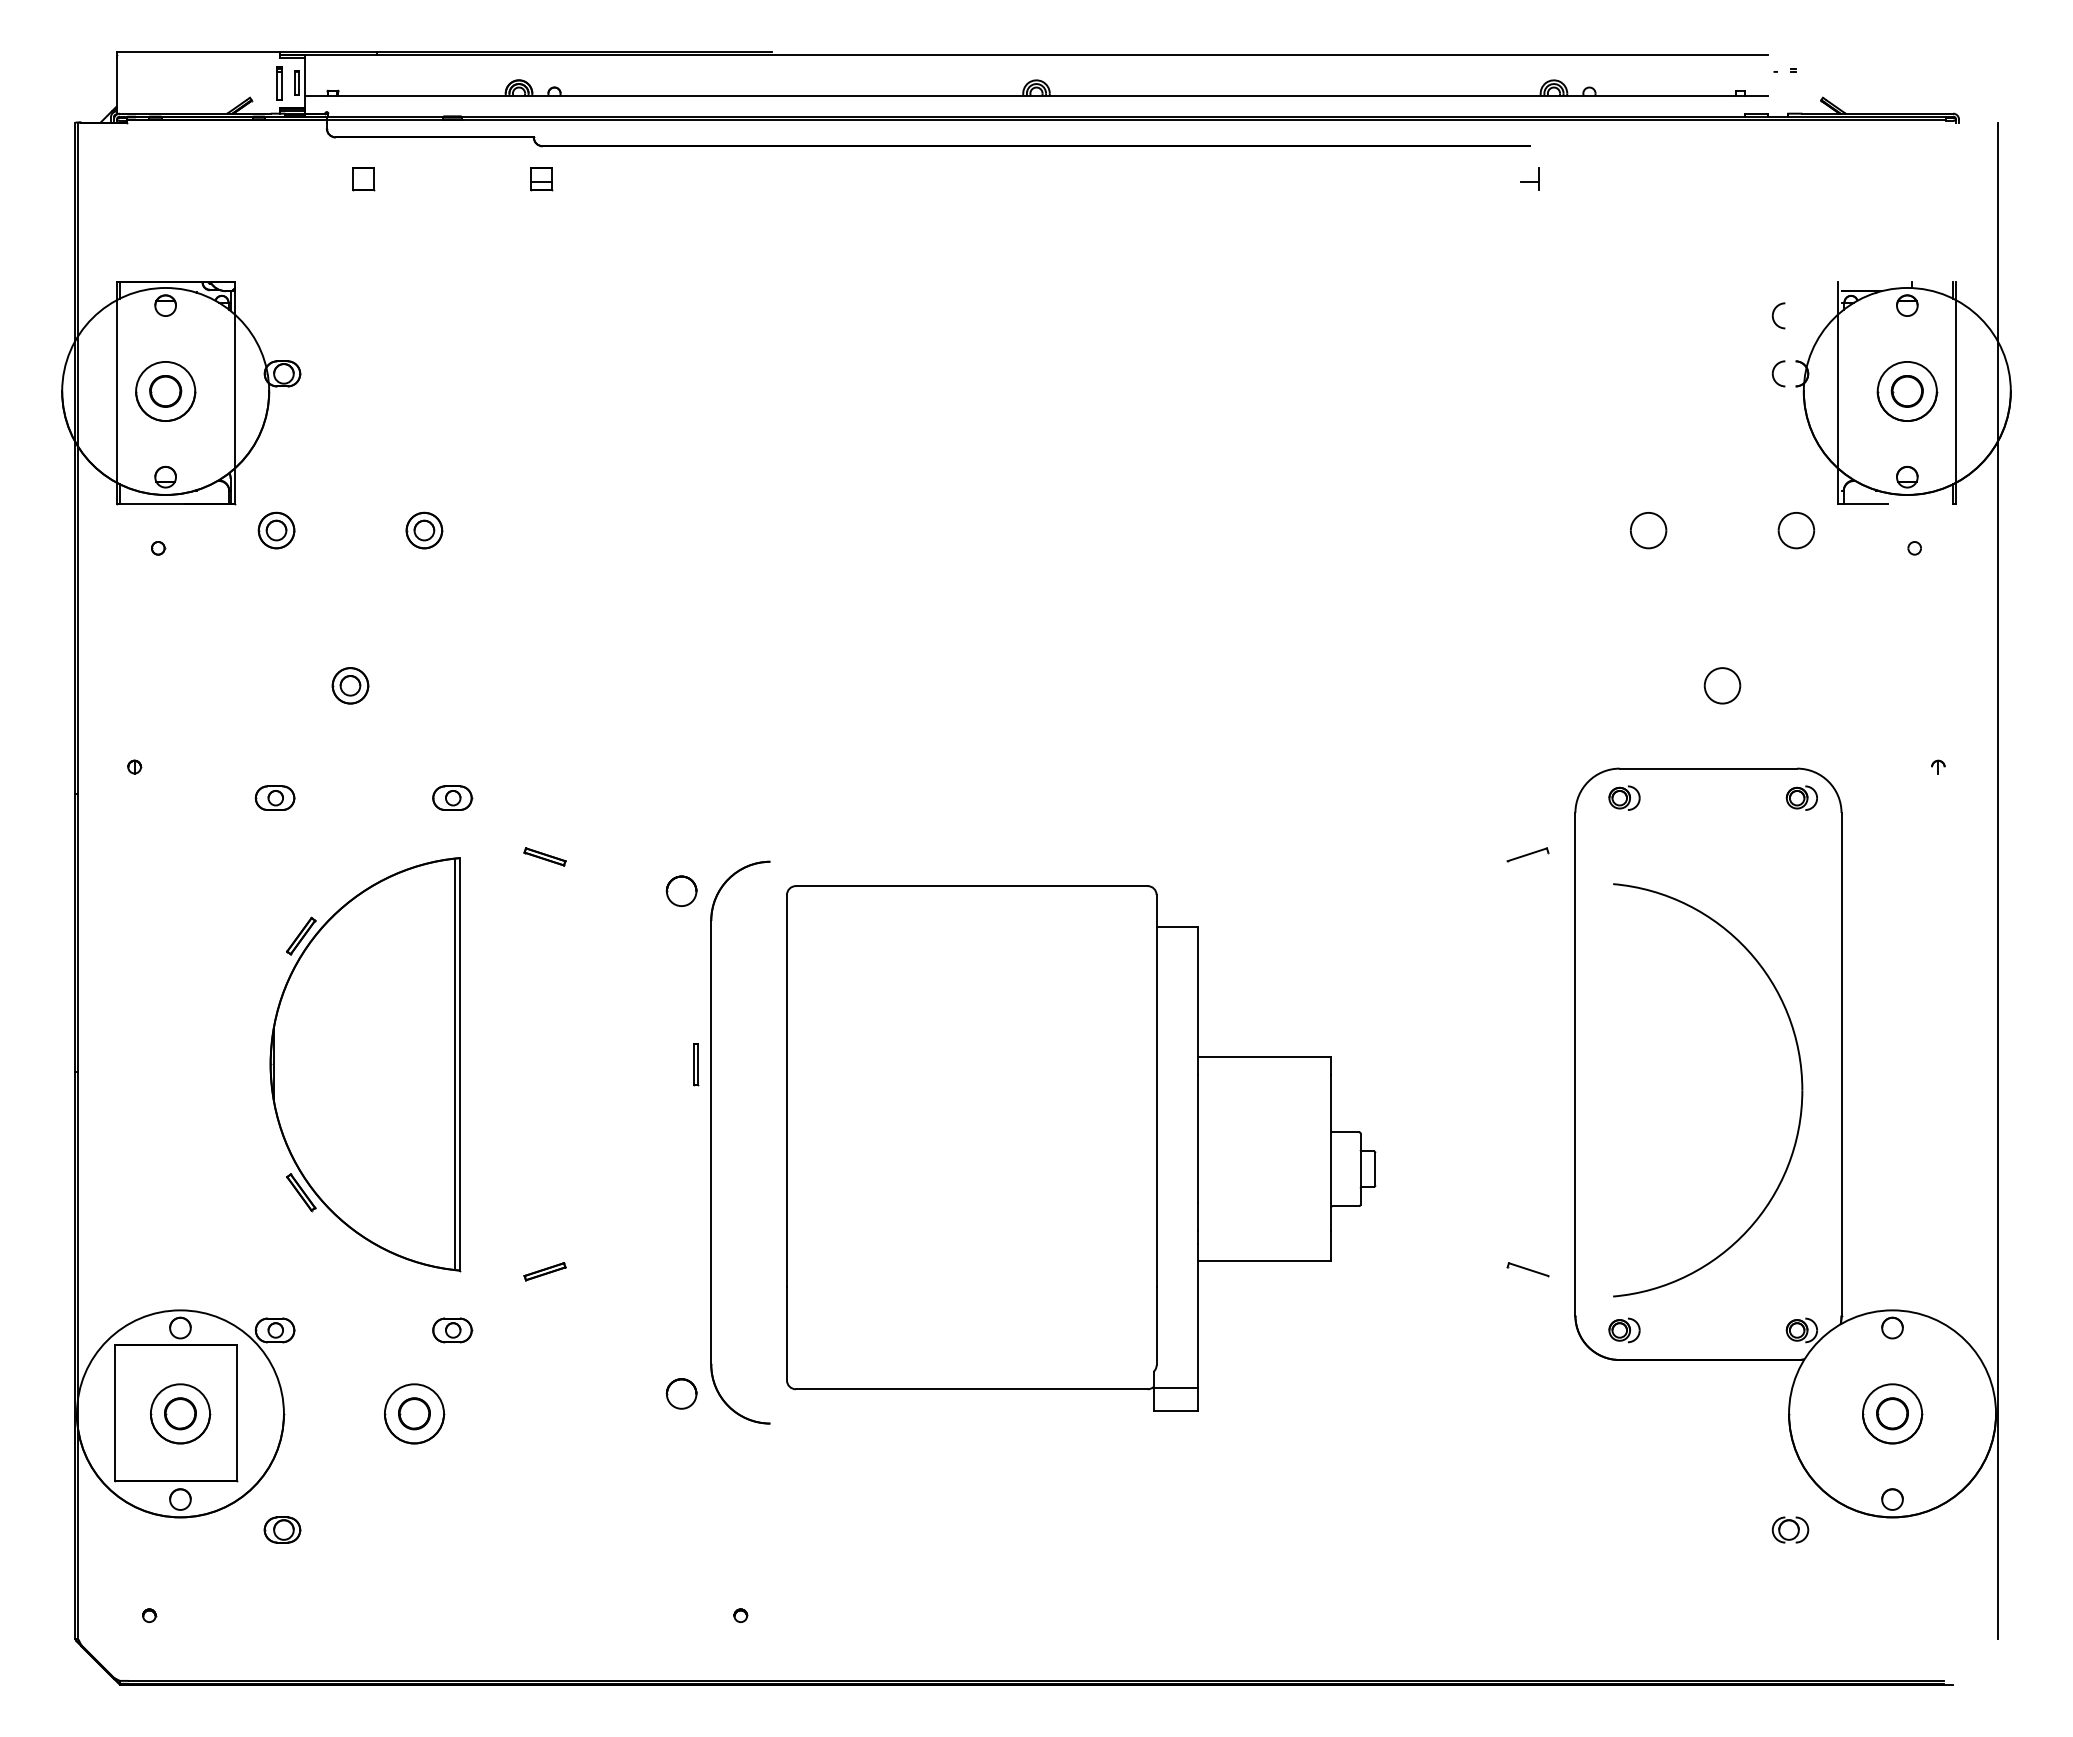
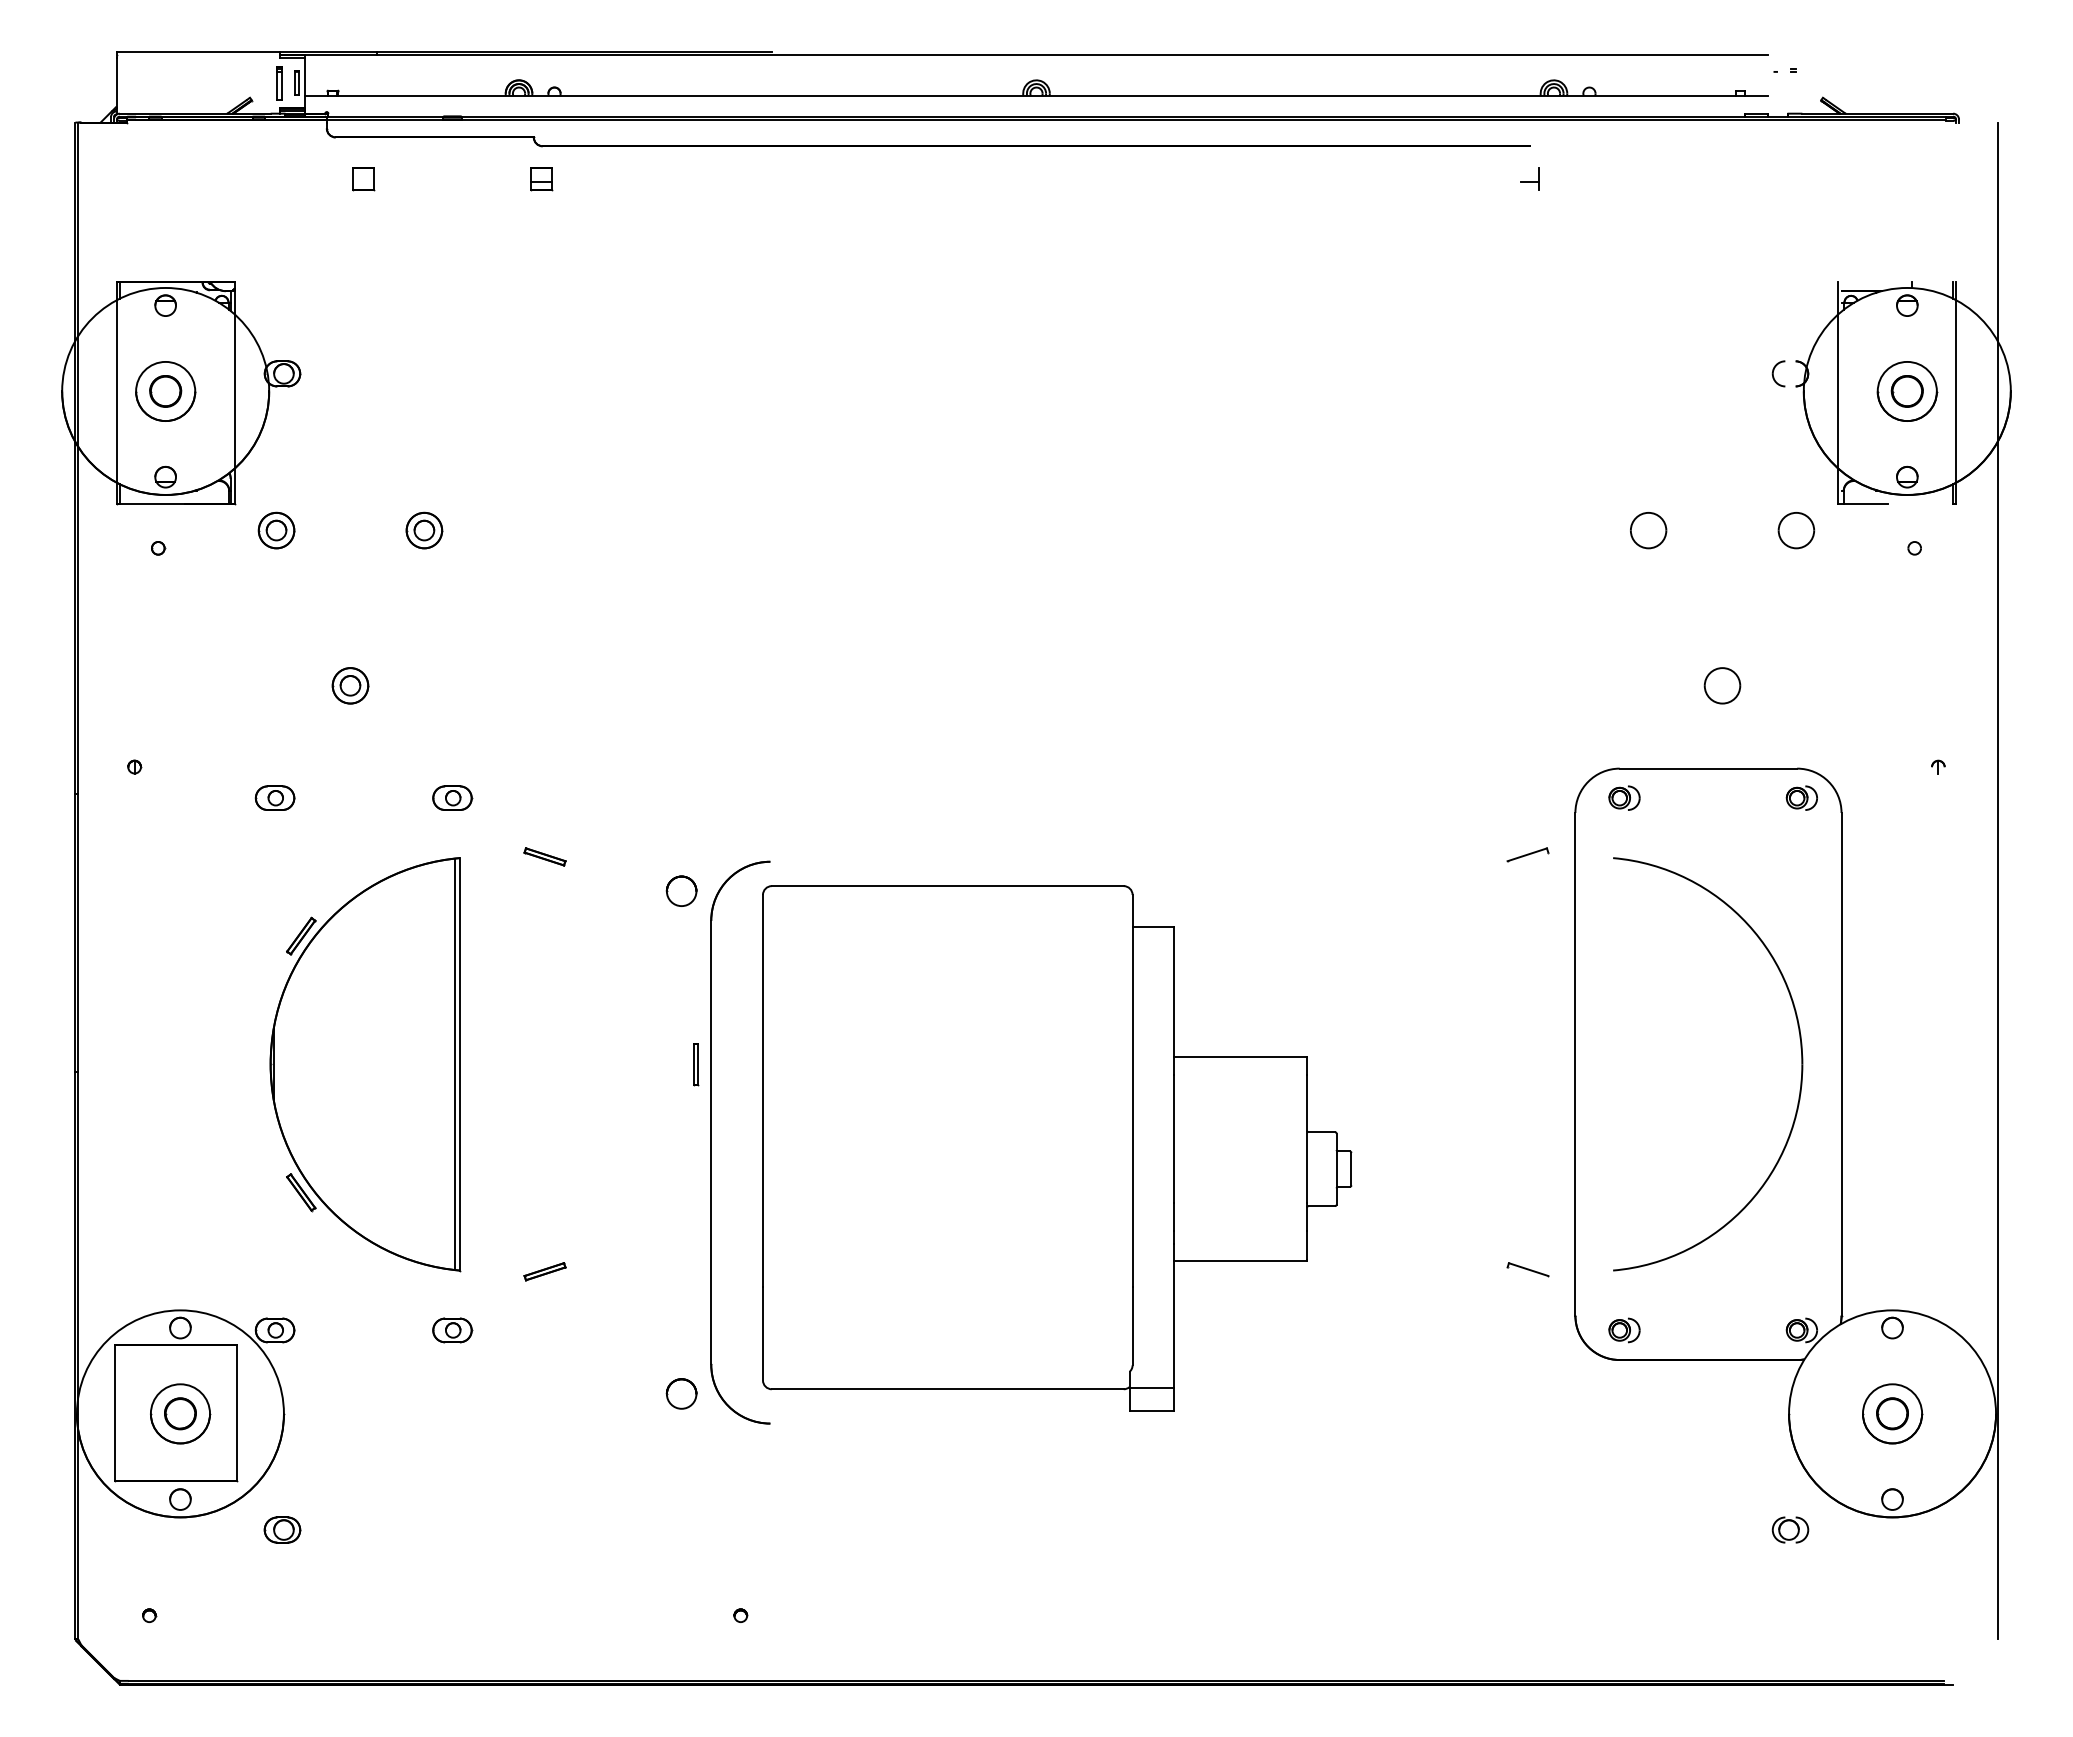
part at (1778, 315): present -> none
part at (1801, 1090) position: (1801, 1090) -> (1801, 1064)
part at (1081, 1148) position: (1081, 1148) -> (1057, 1148)
part at (414, 1413): present -> none
